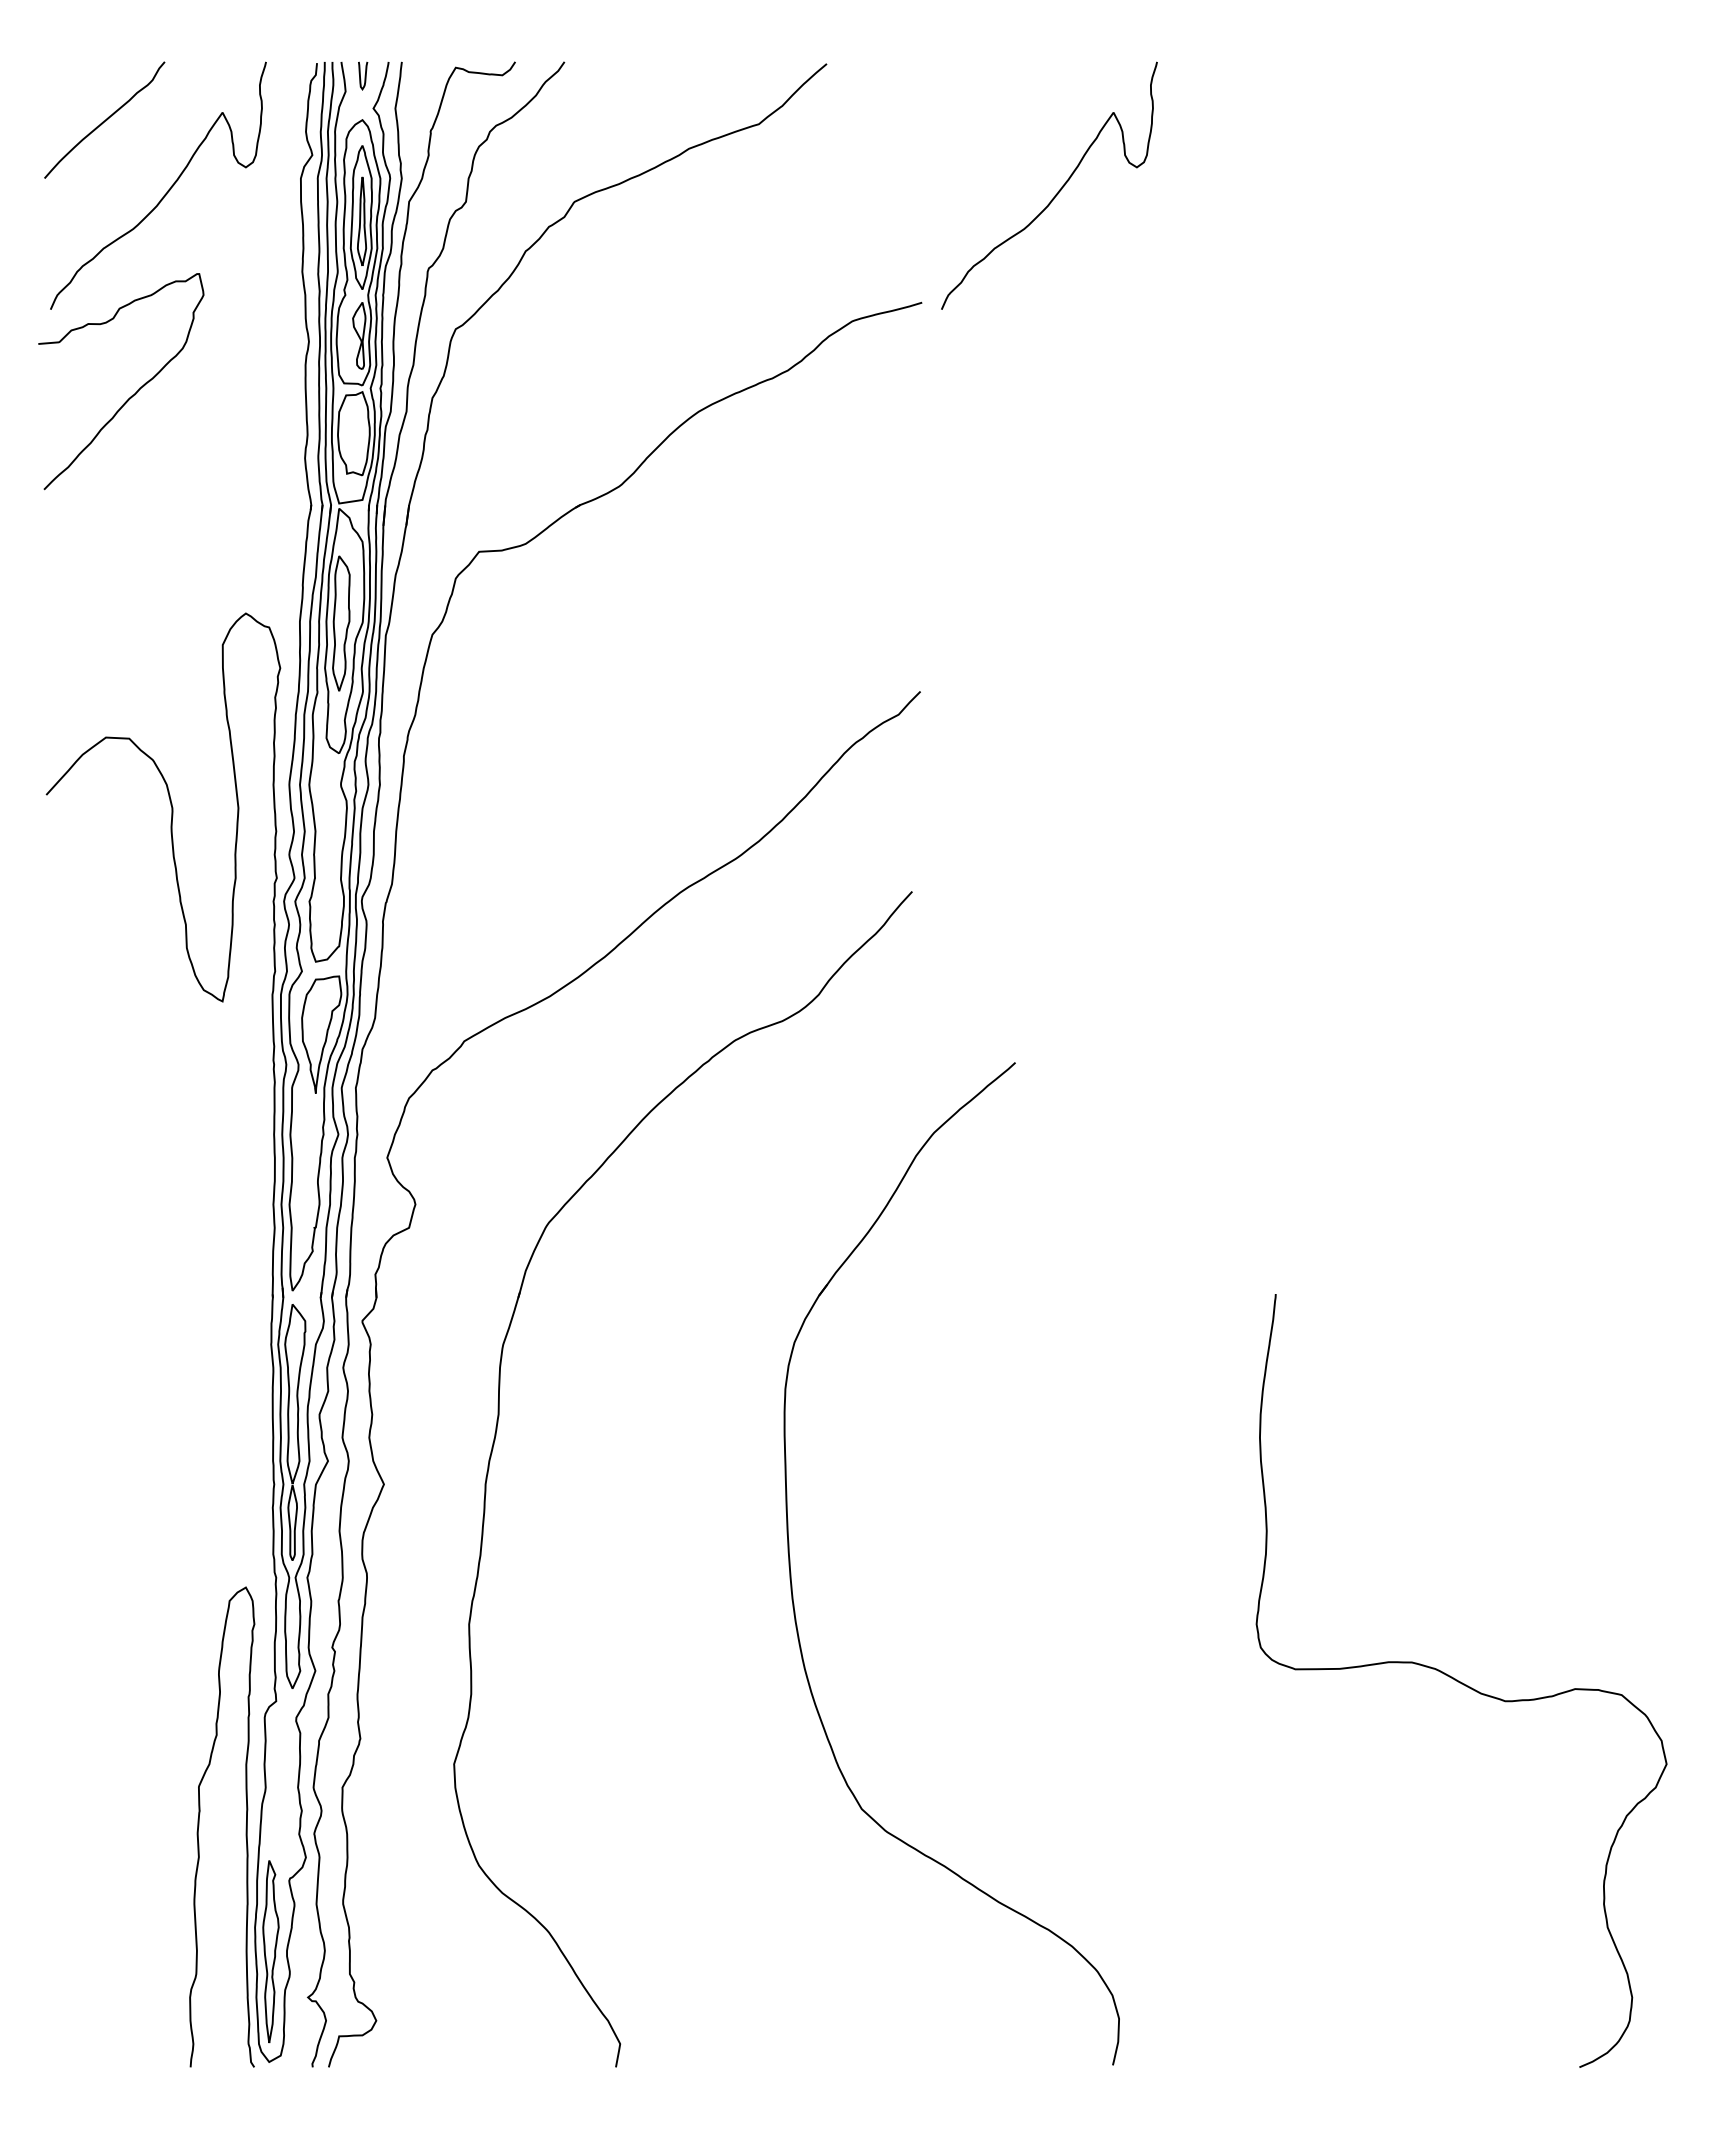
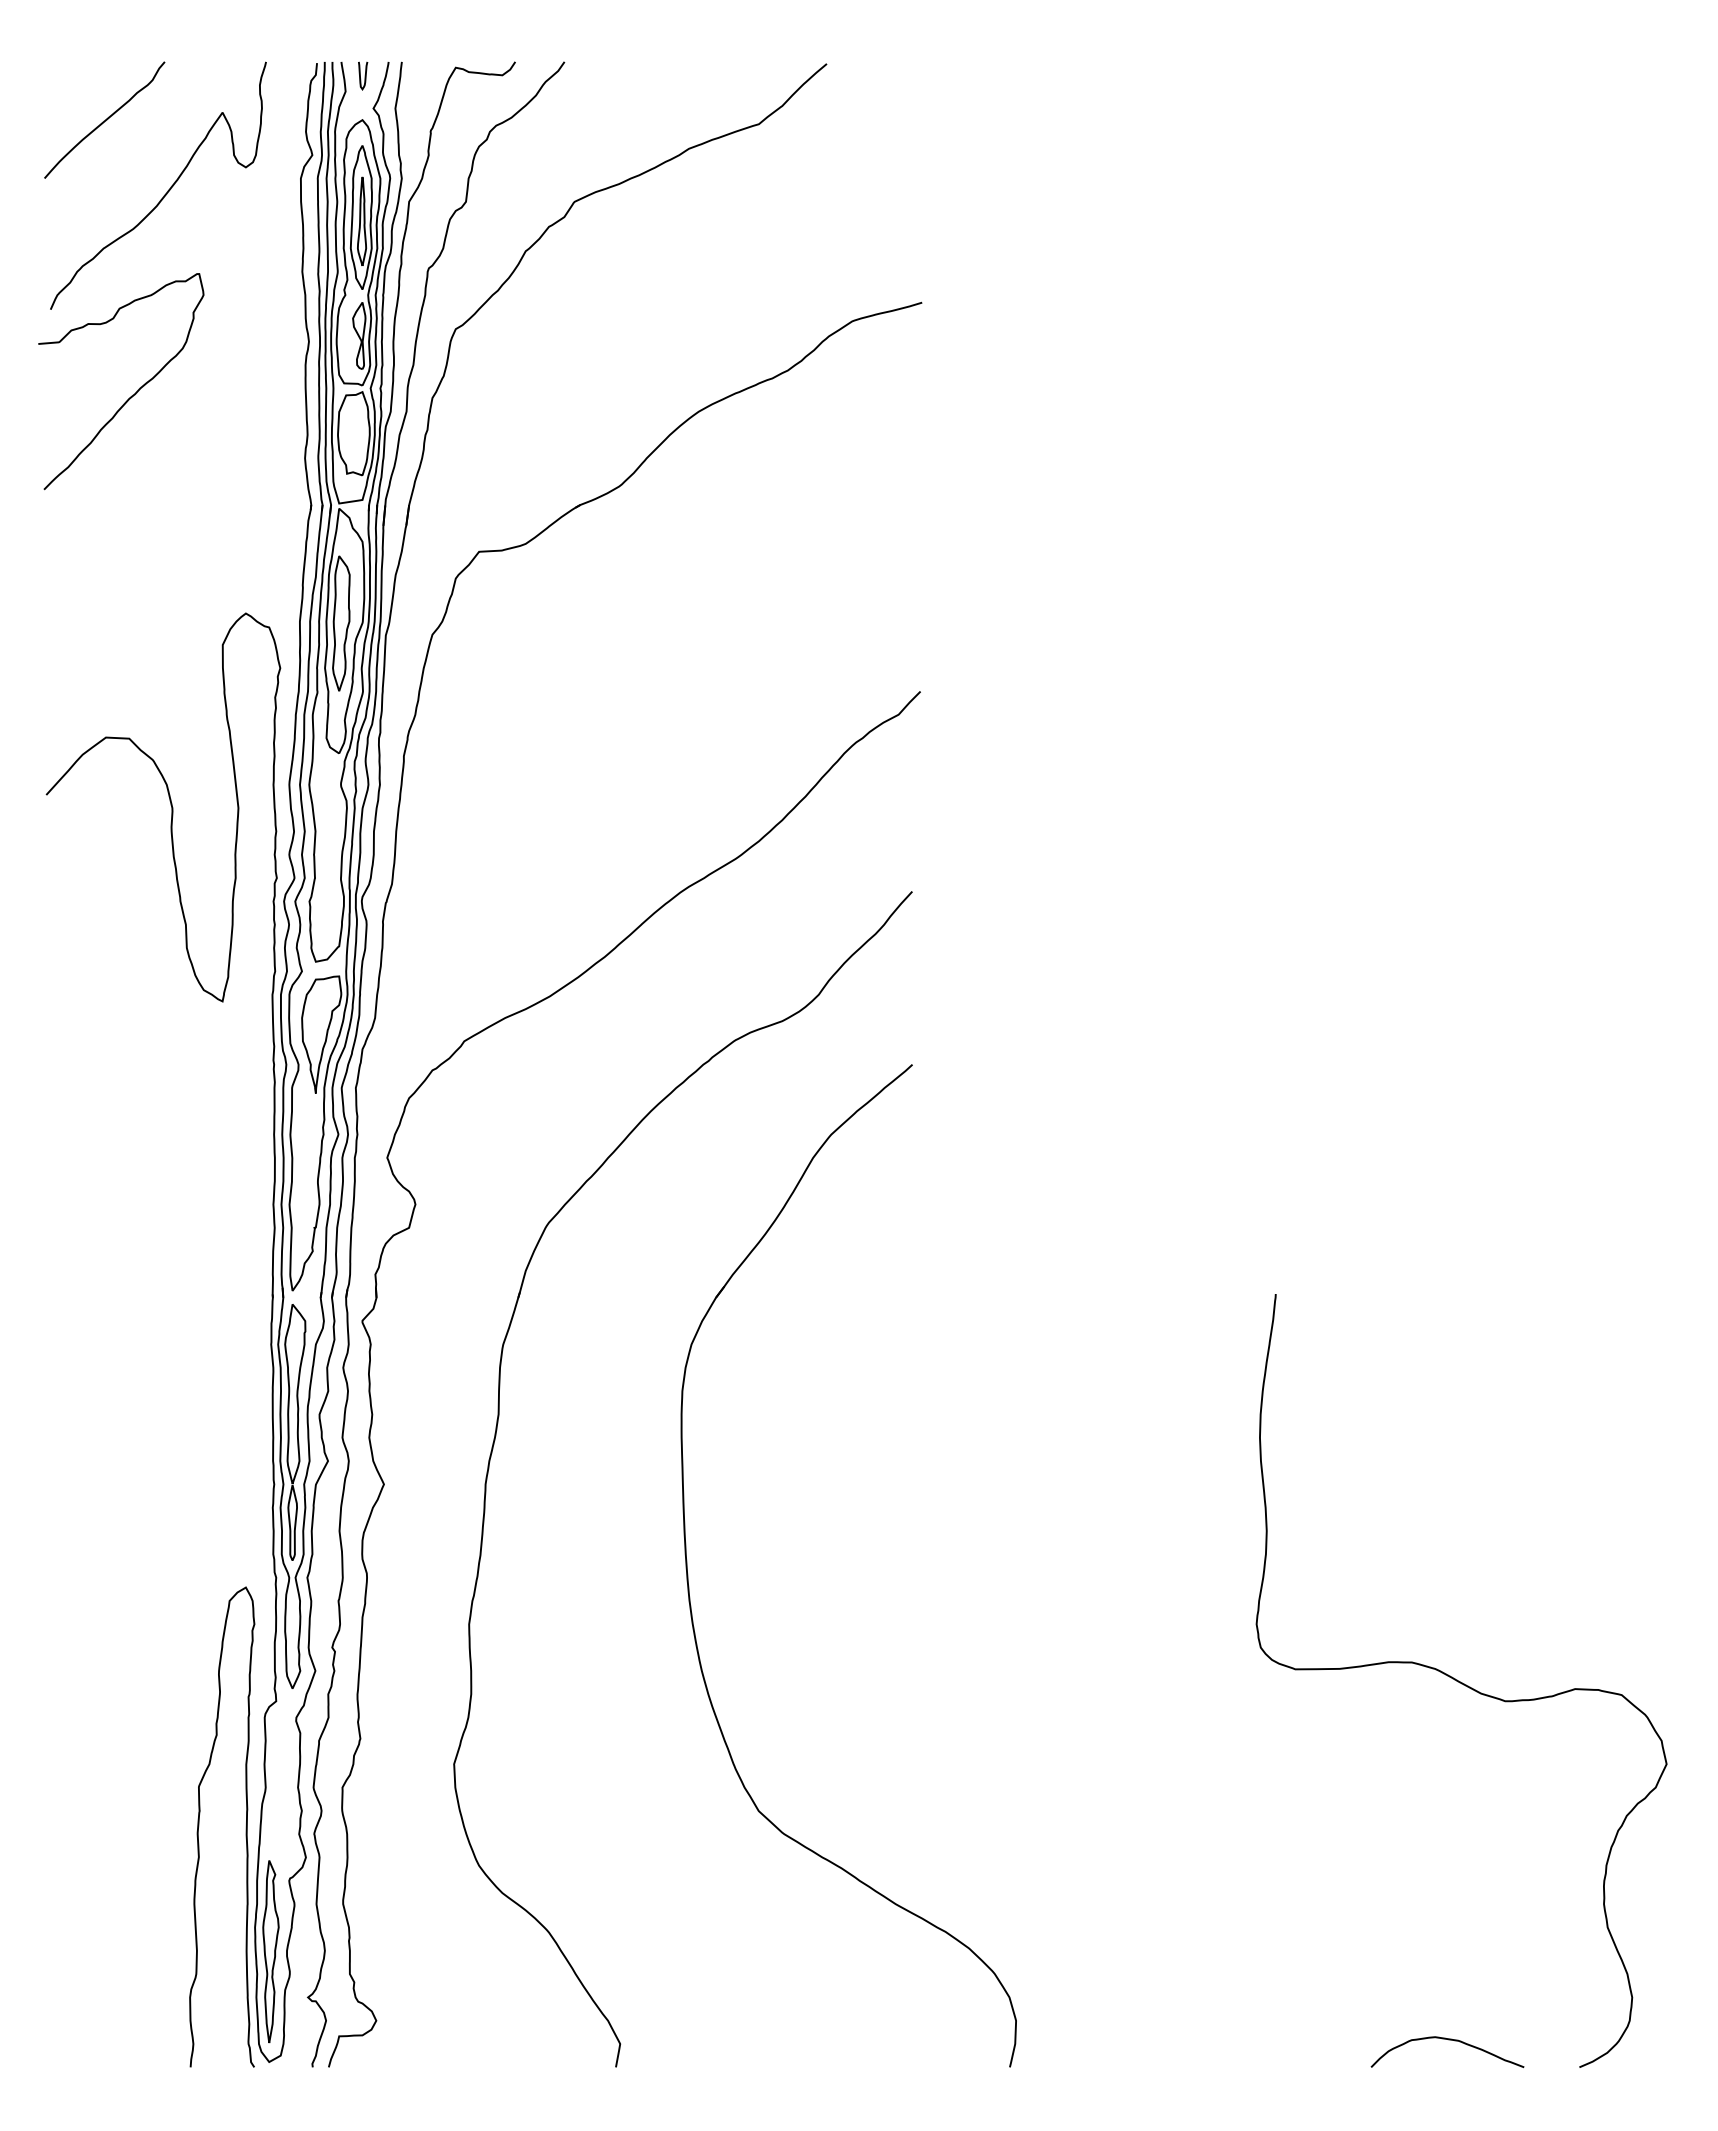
curve at (1058, 190): present -> none
part at (791, 1572) position: (791, 1572) -> (688, 1574)
curve at (1448, 2040): none -> present
